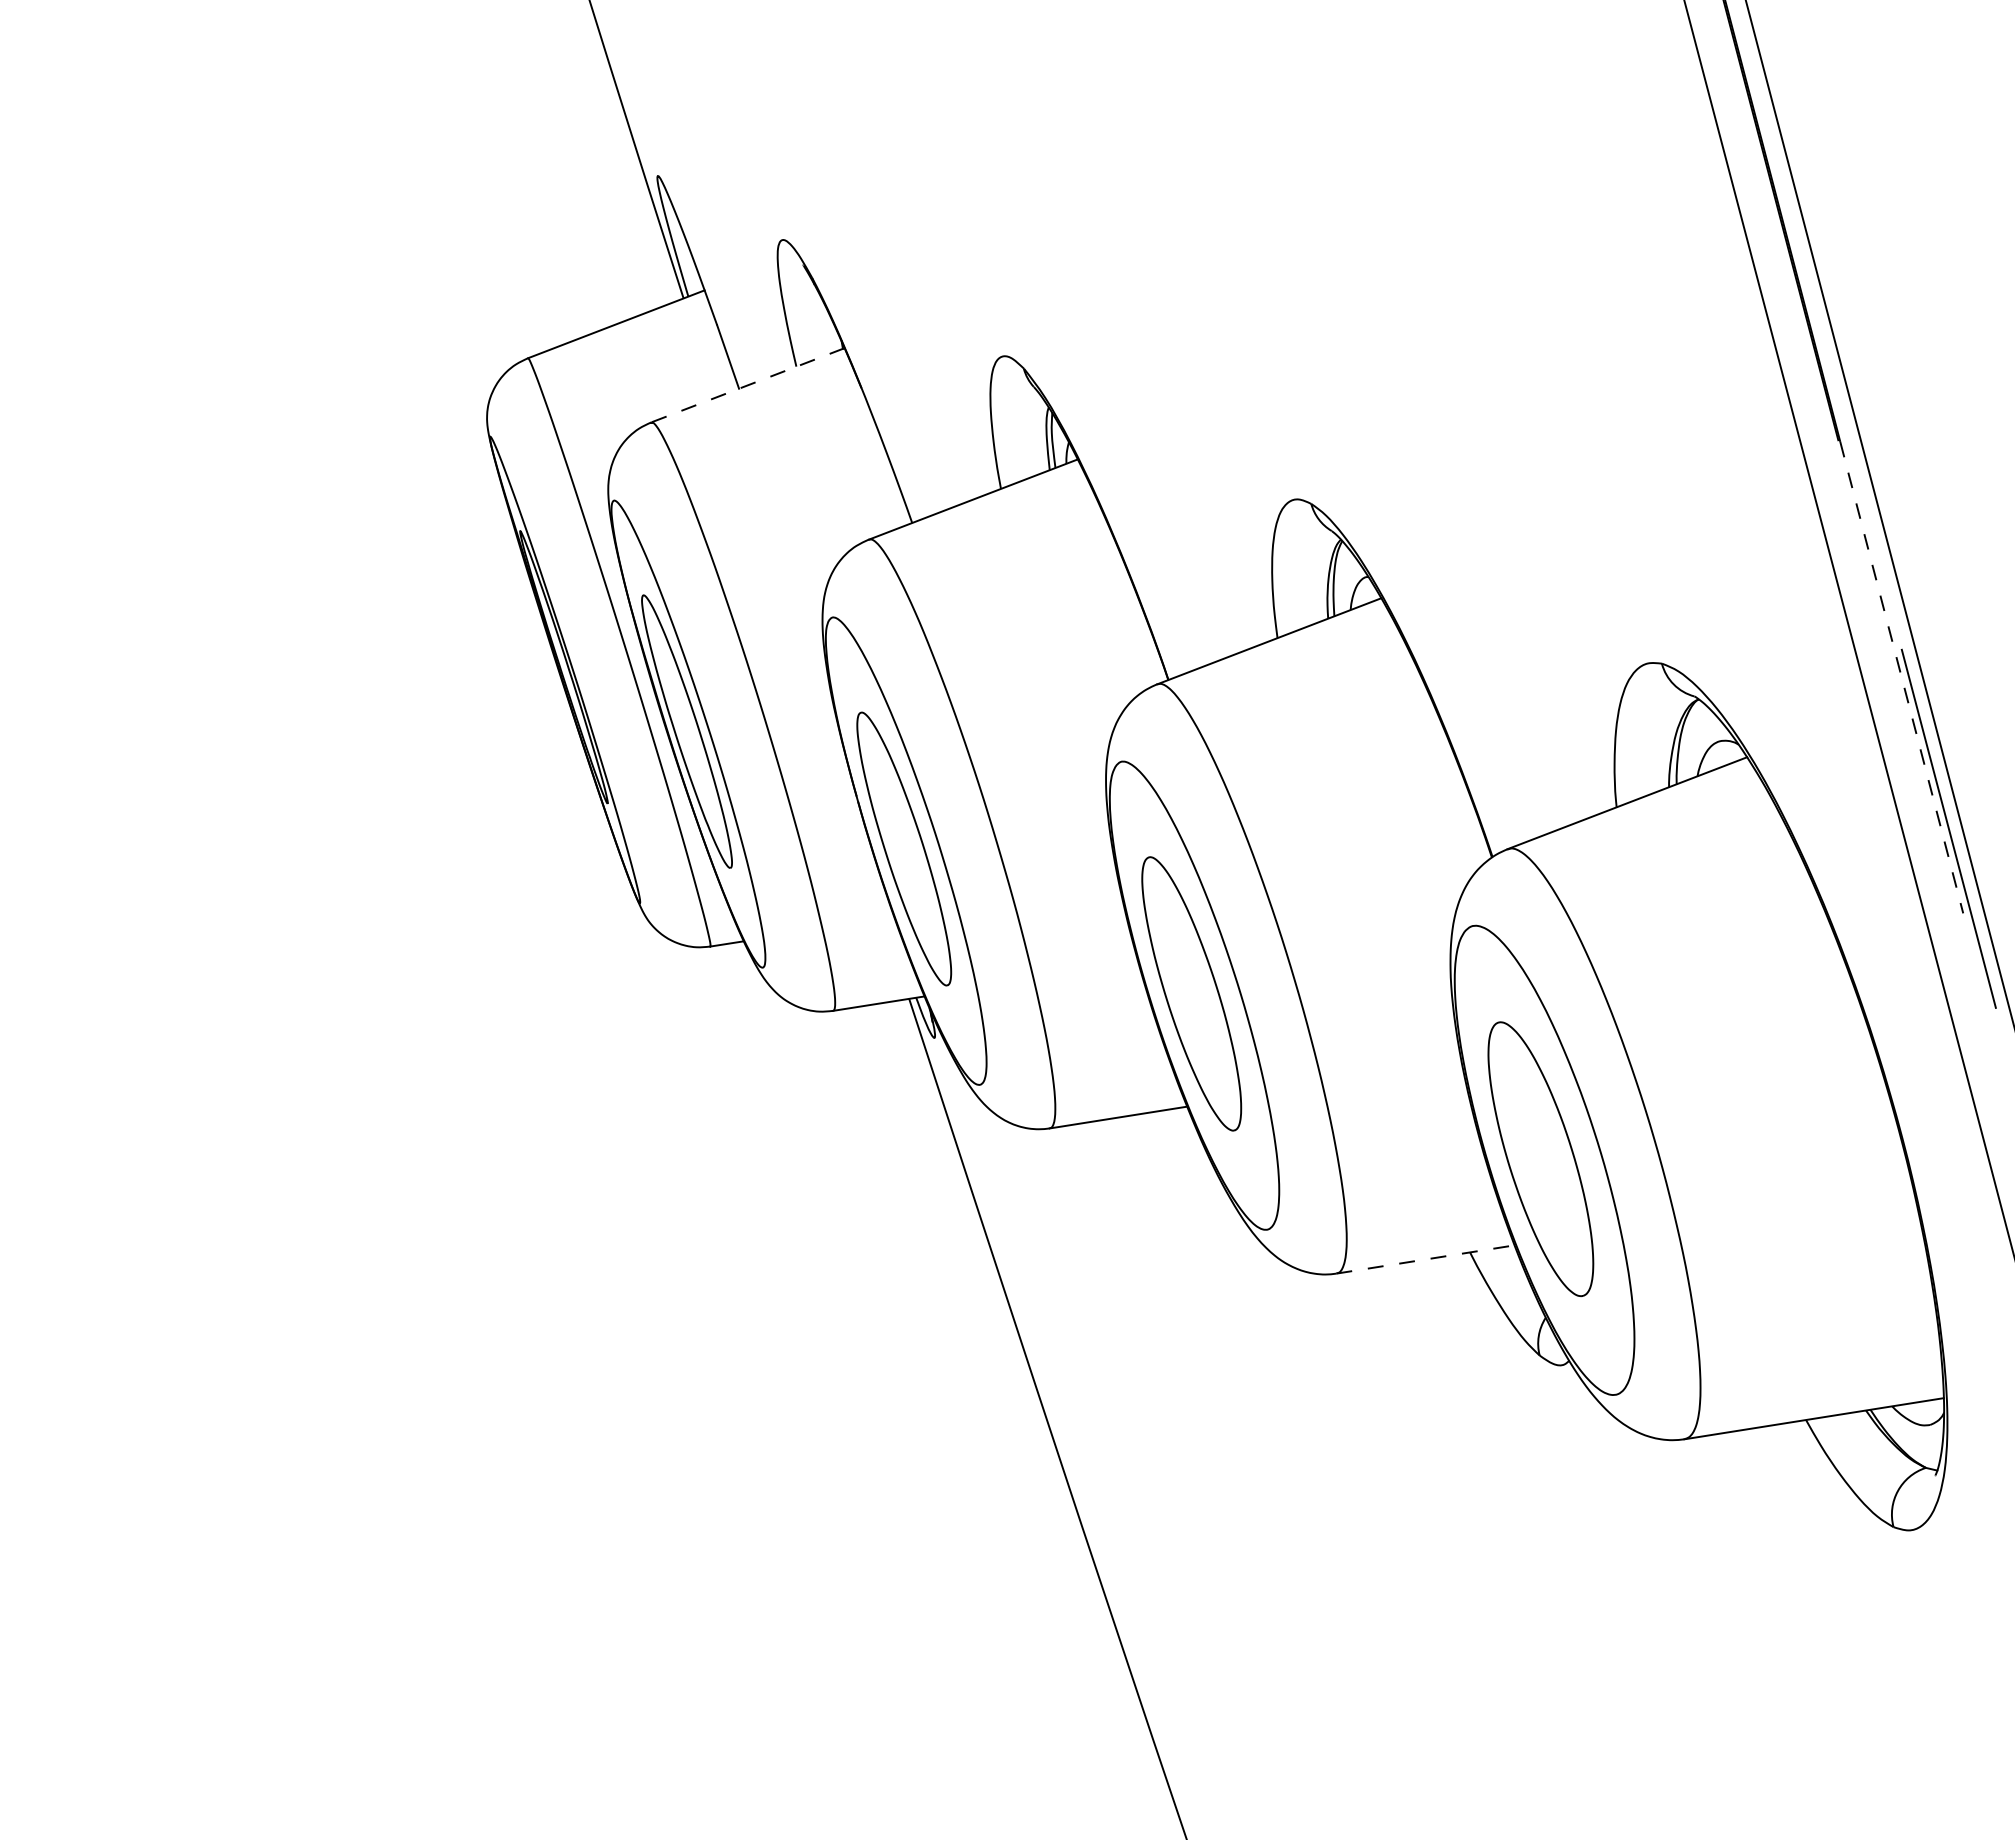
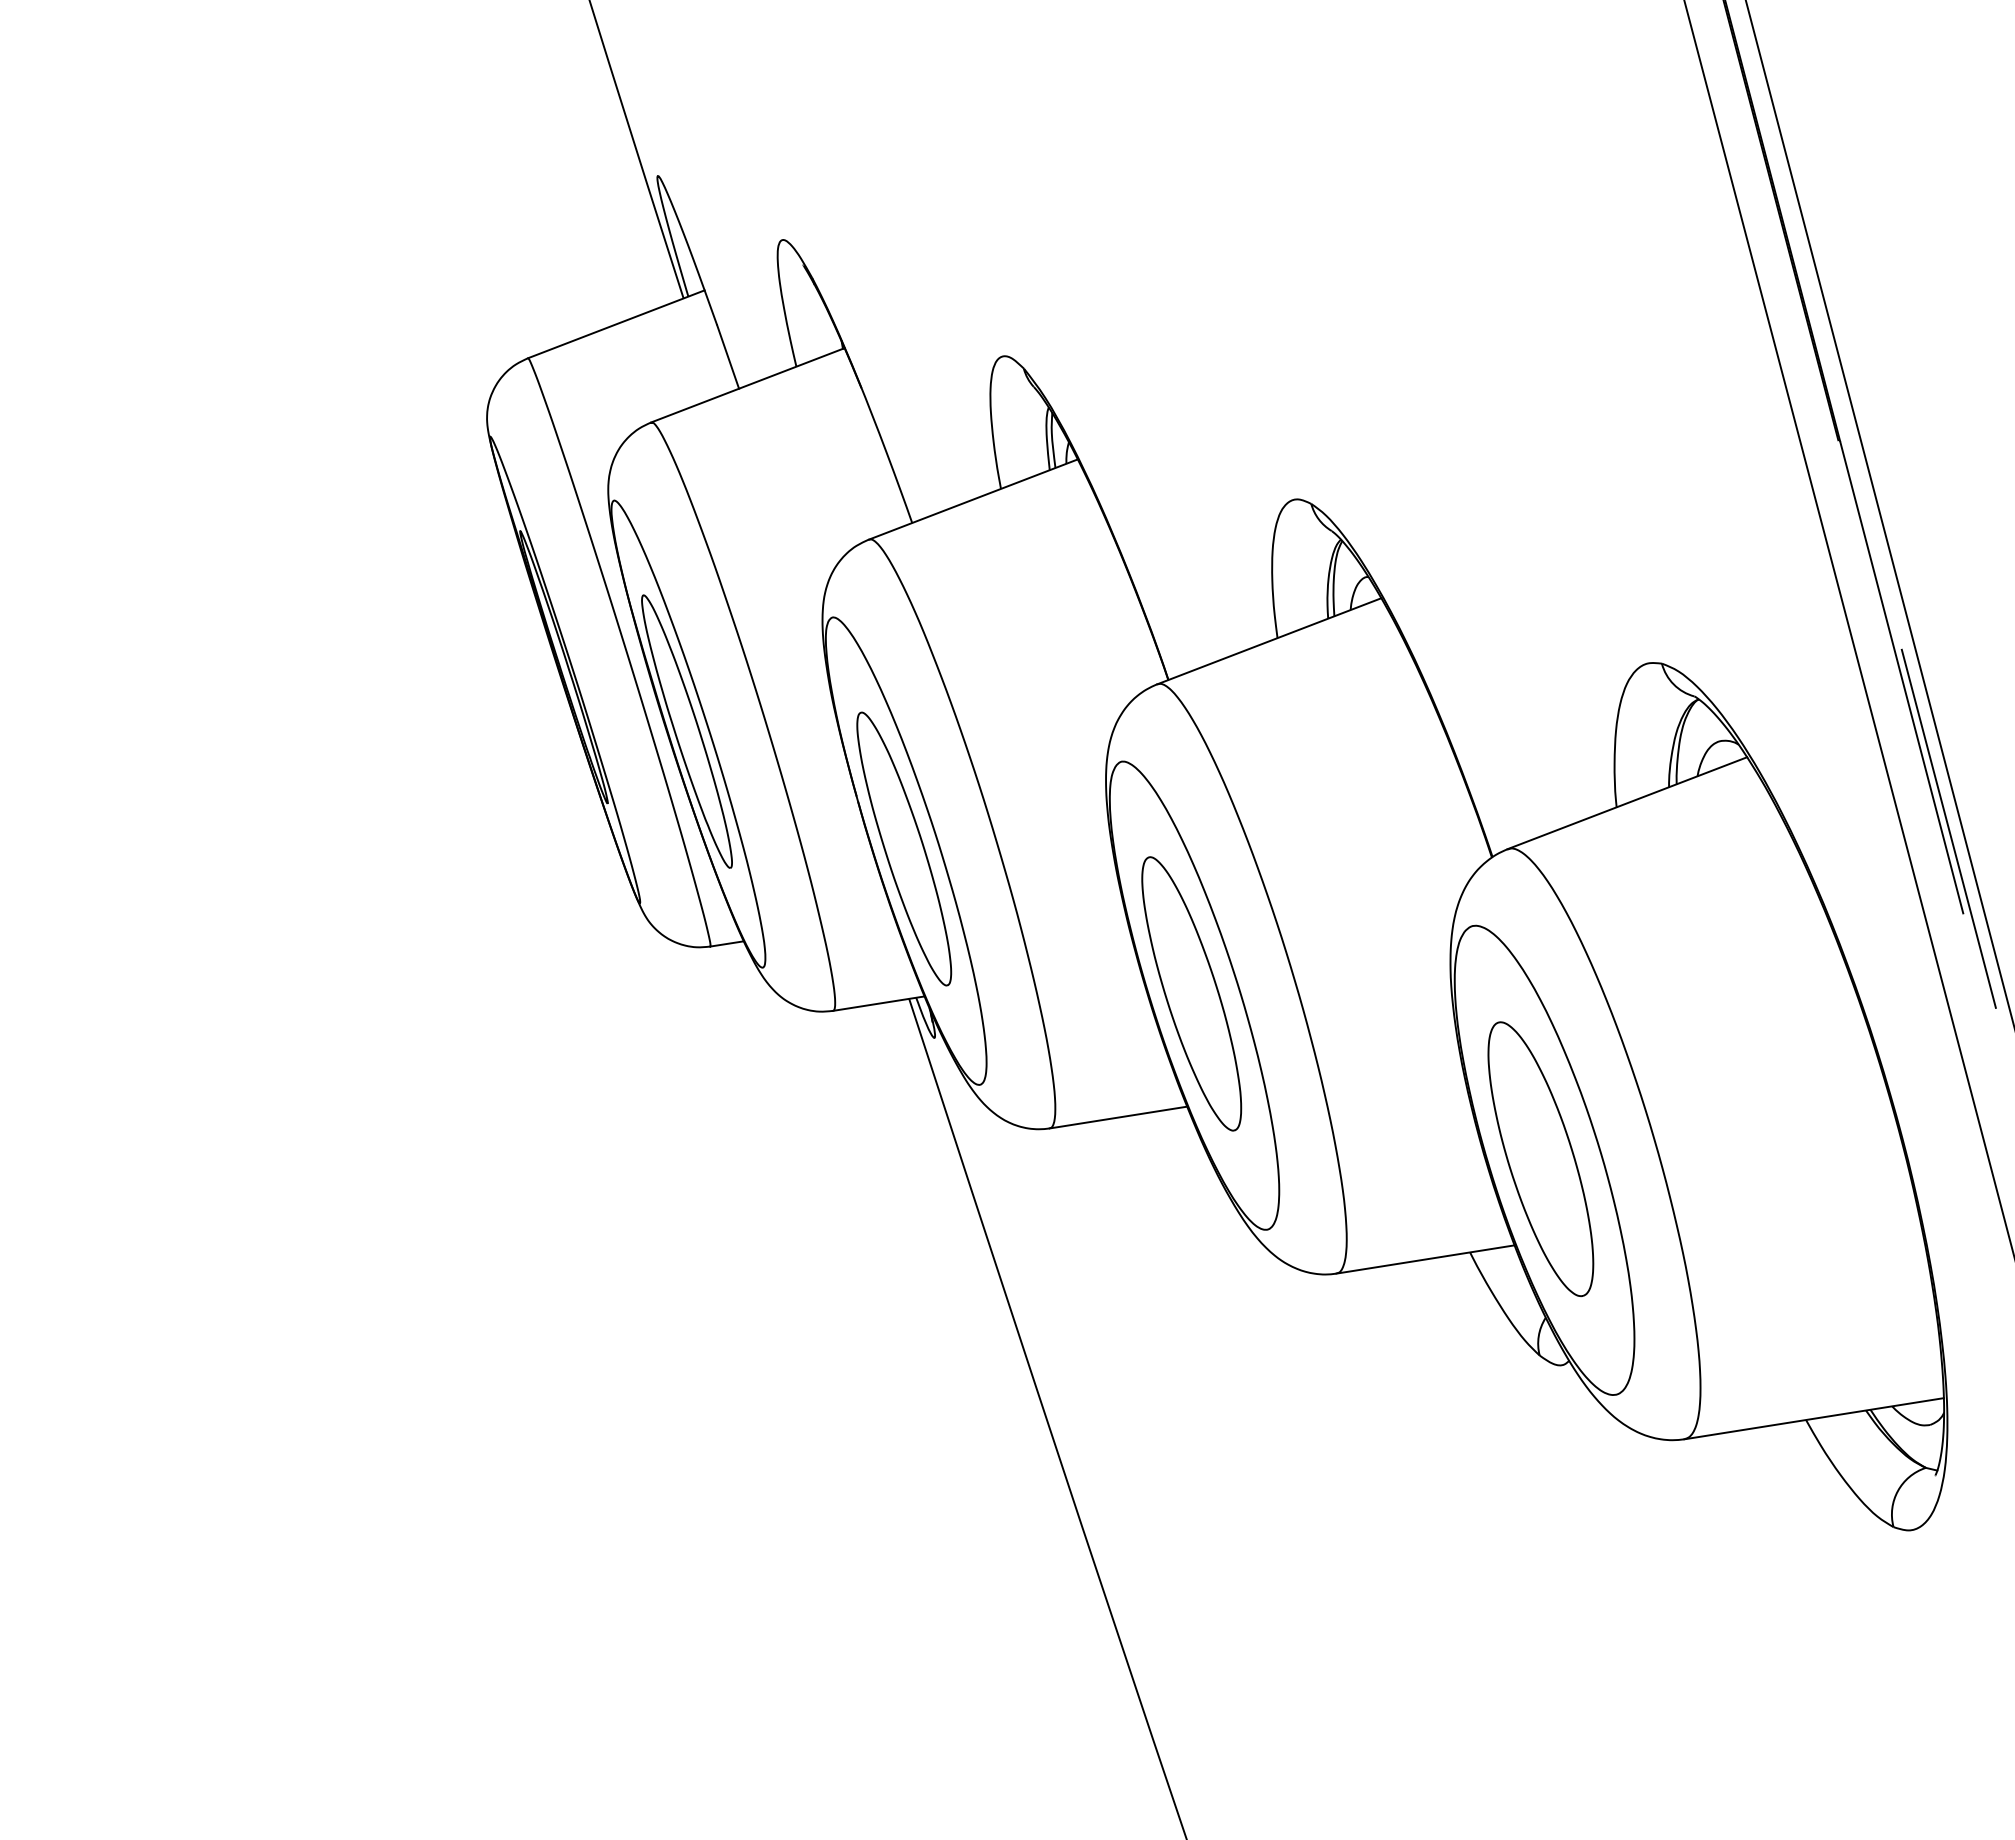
line at (747, 385): dashed -> solid
line at (1901, 677): dashed -> solid
line at (1426, 1259): dashed -> solid
